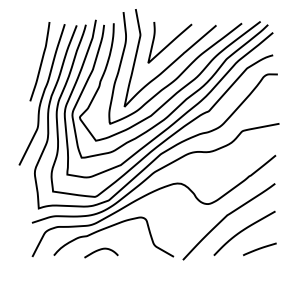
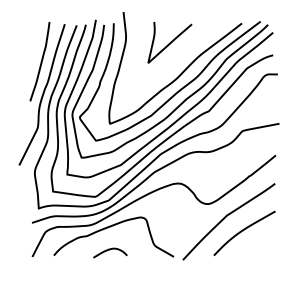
curve at (173, 61): present -> none
line at (259, 249): present -> none
curve at (101, 250) position: (101, 250) -> (110, 250)
